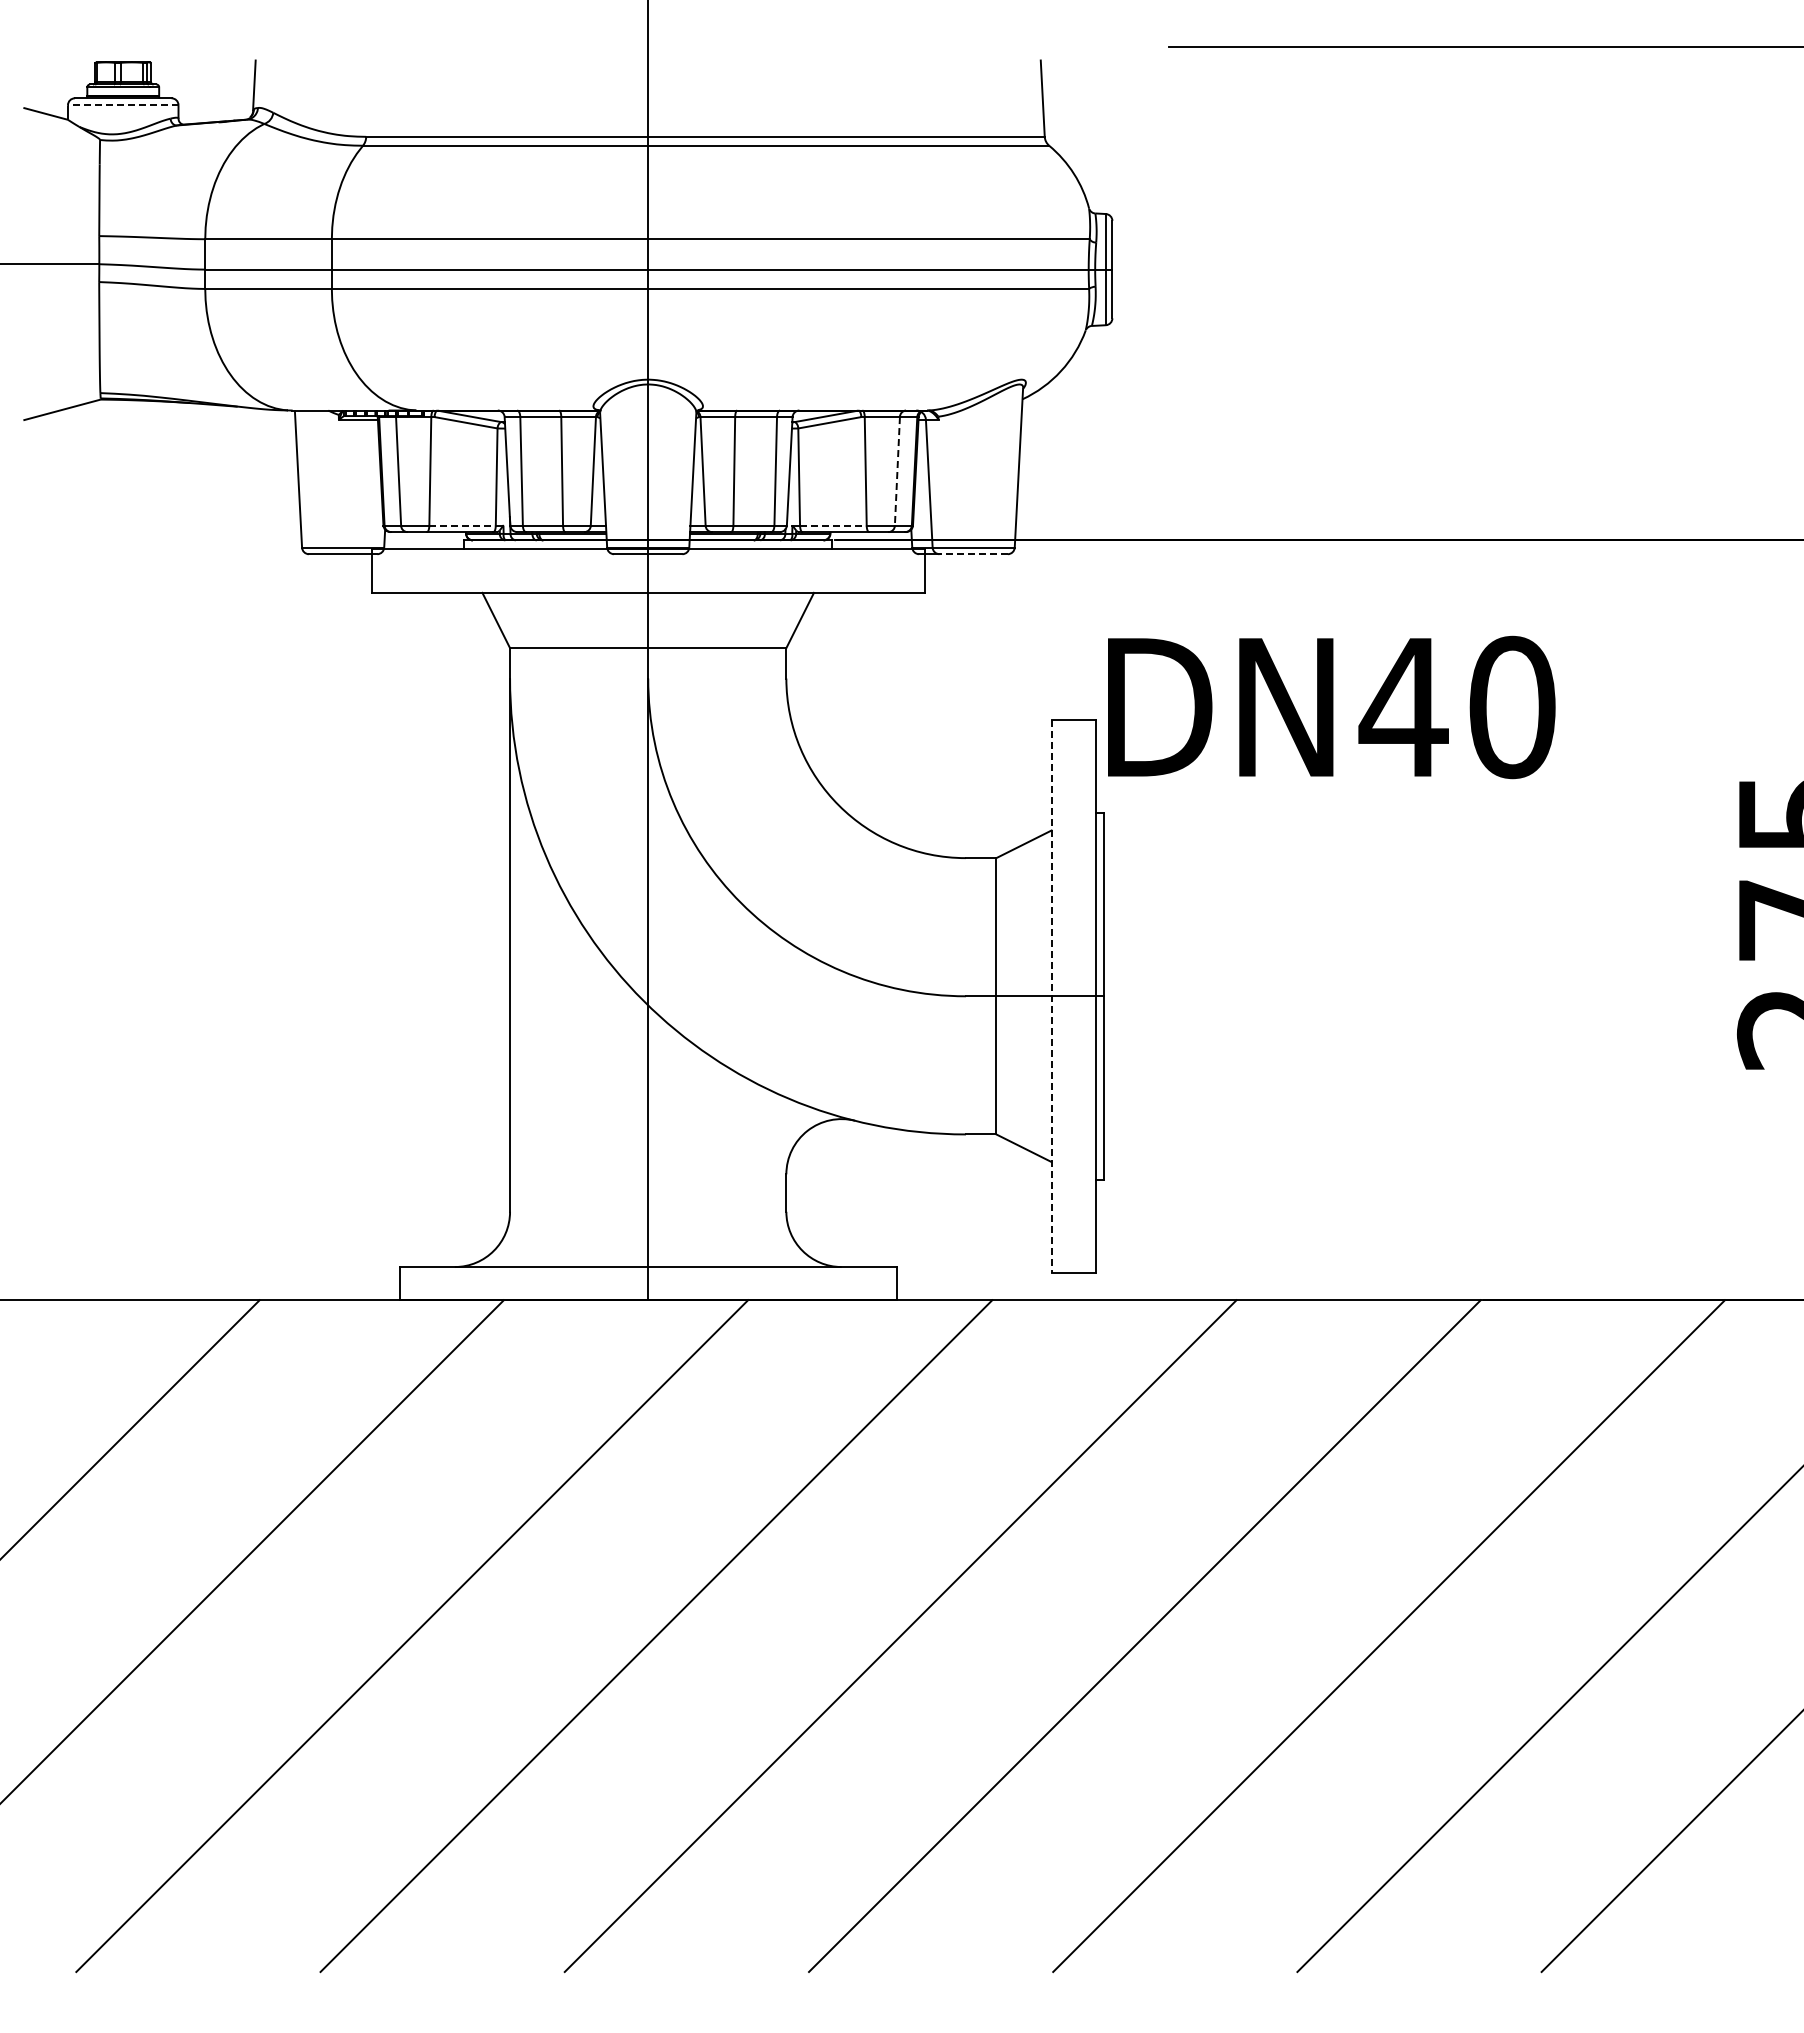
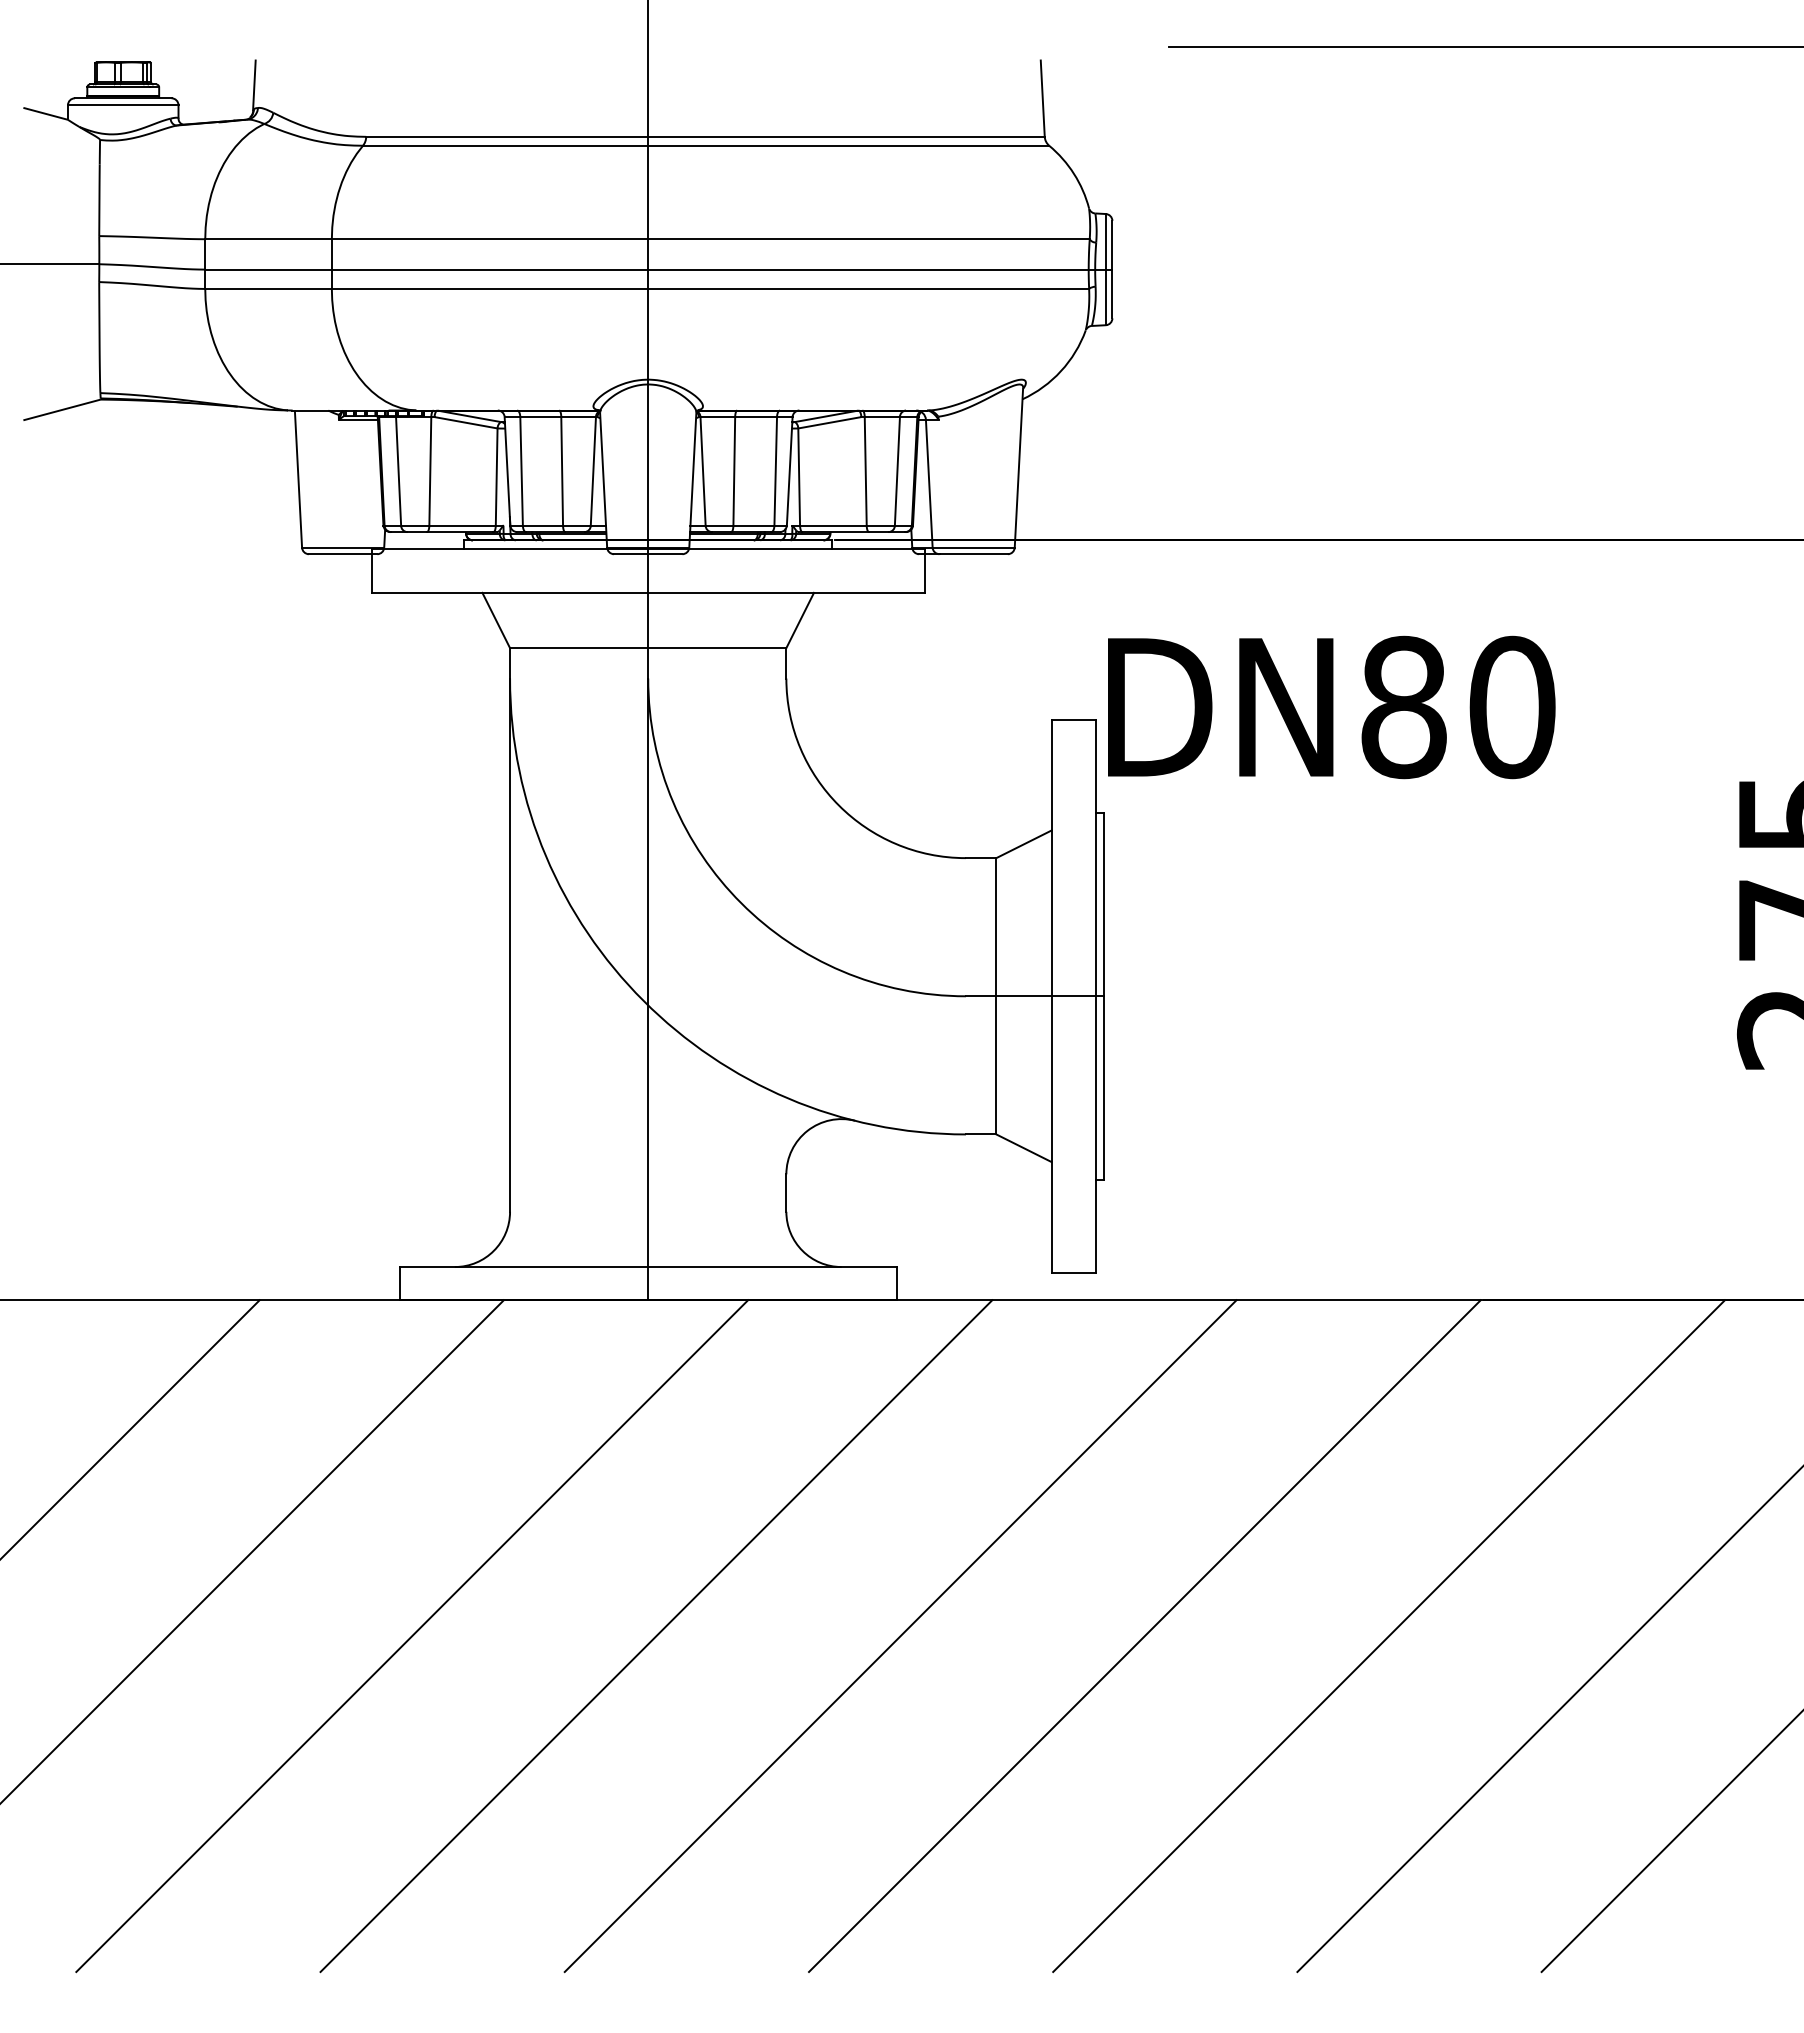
line at (122, 105): dashed -> solid
line at (897, 471): dashed -> solid
line at (463, 525): dashed -> solid
line at (833, 525): dashed -> solid
line at (973, 554): dashed -> solid
text at (1403, 707): DN40 -> DN80
line at (1051, 996): dashed -> solid
